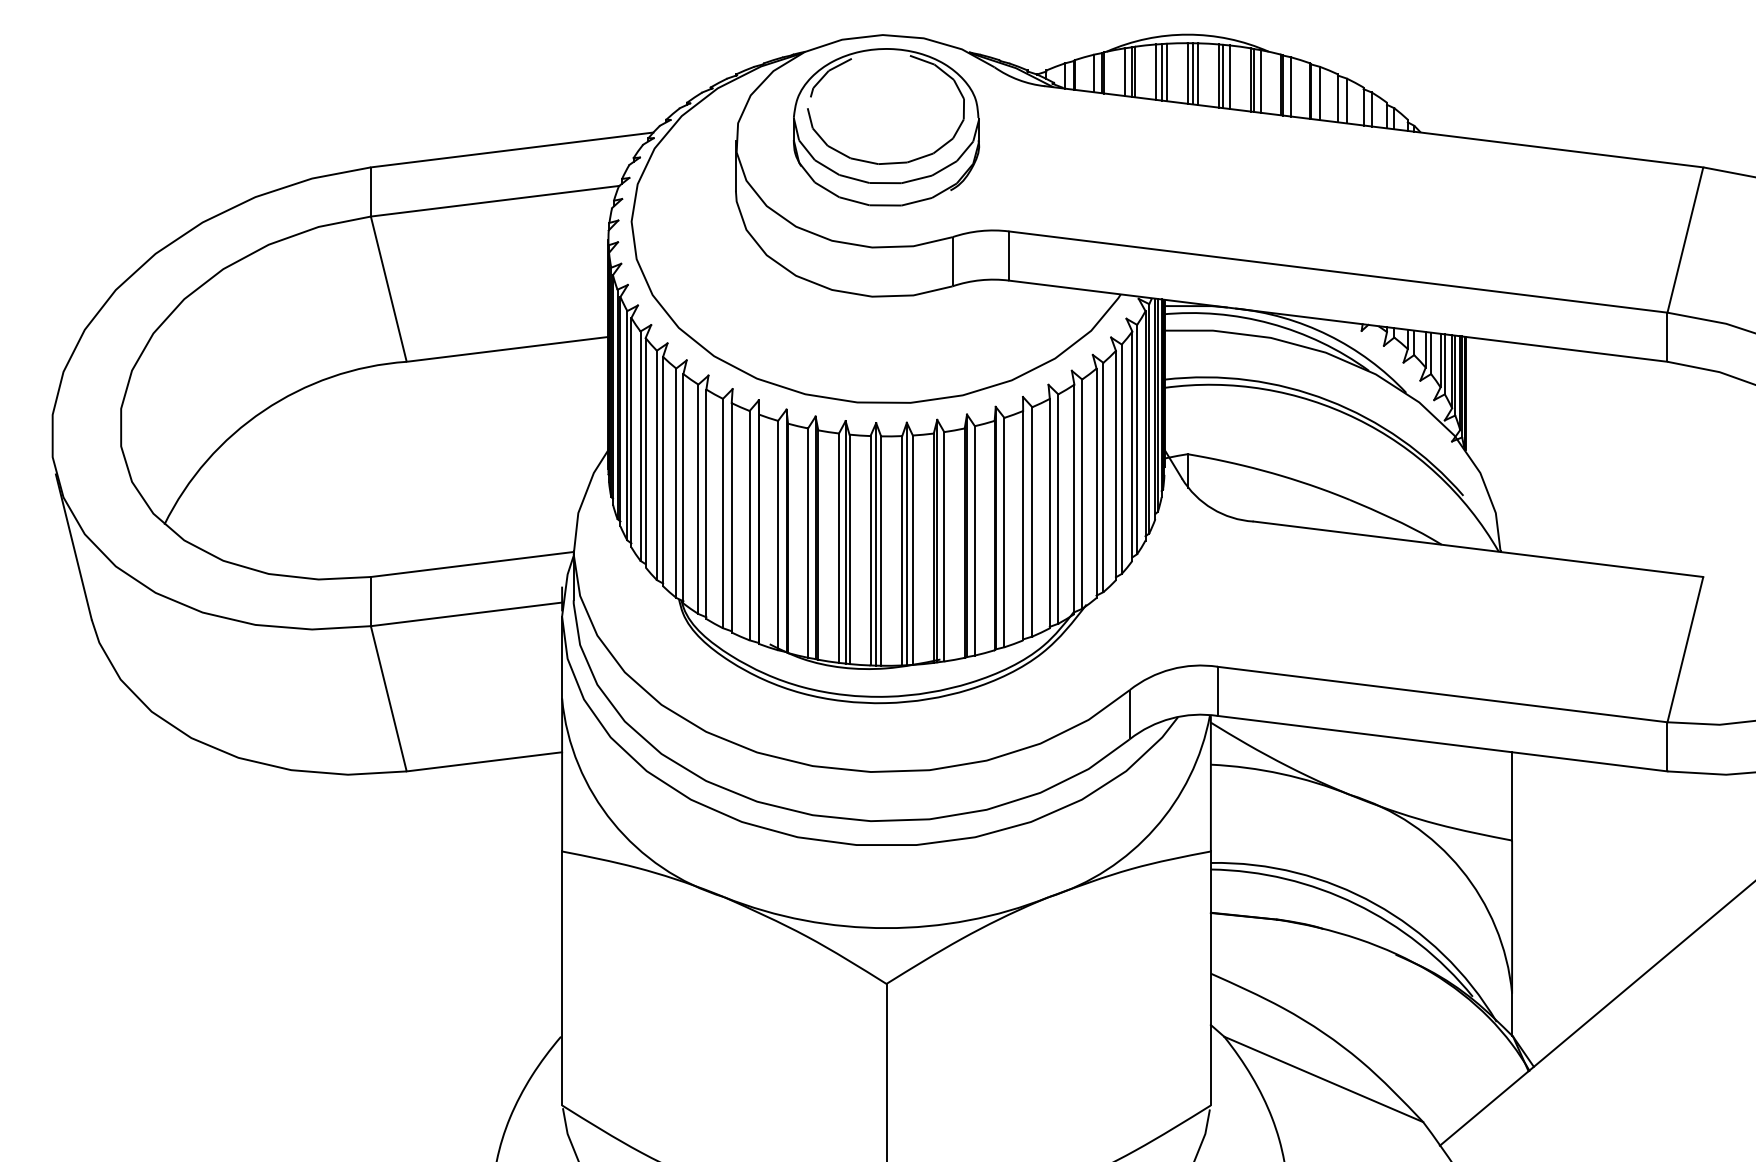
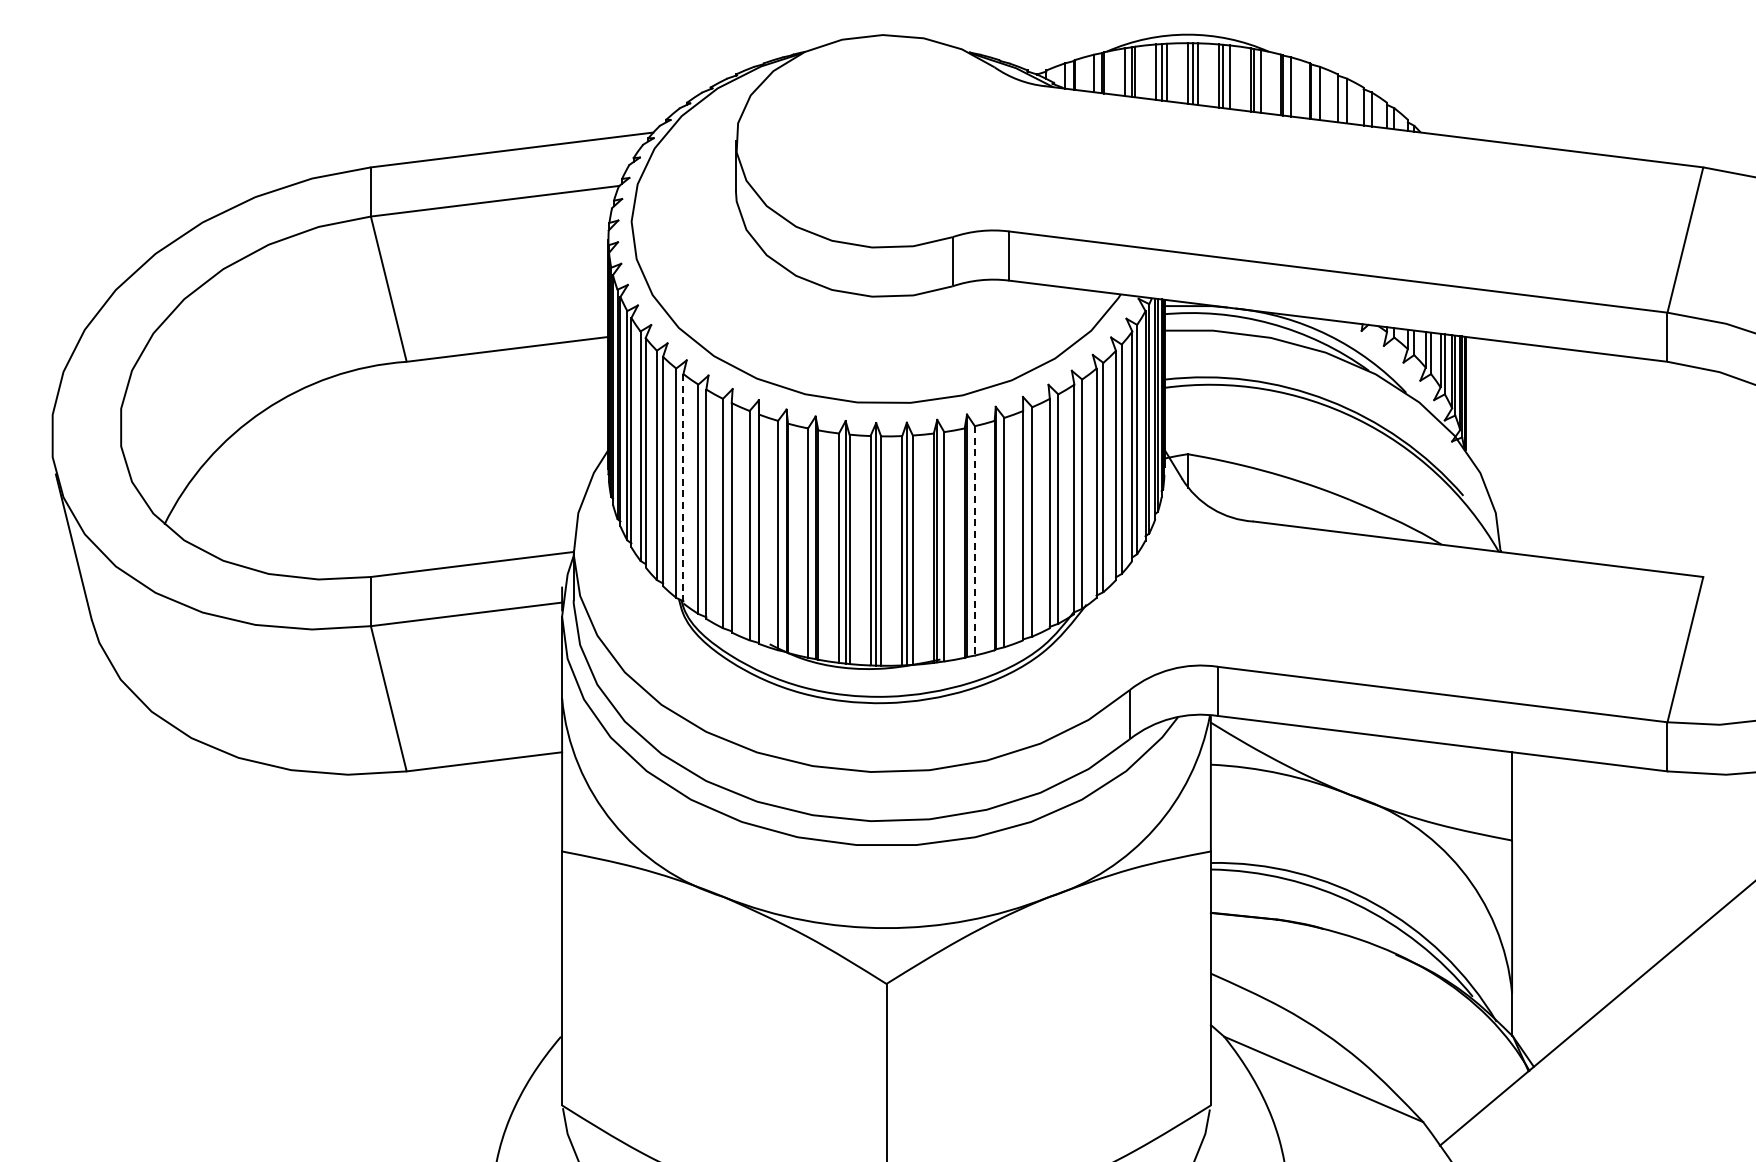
part at (886, 127): present -> none
line at (683, 488): solid -> dashed
line at (974, 540): solid -> dashed
